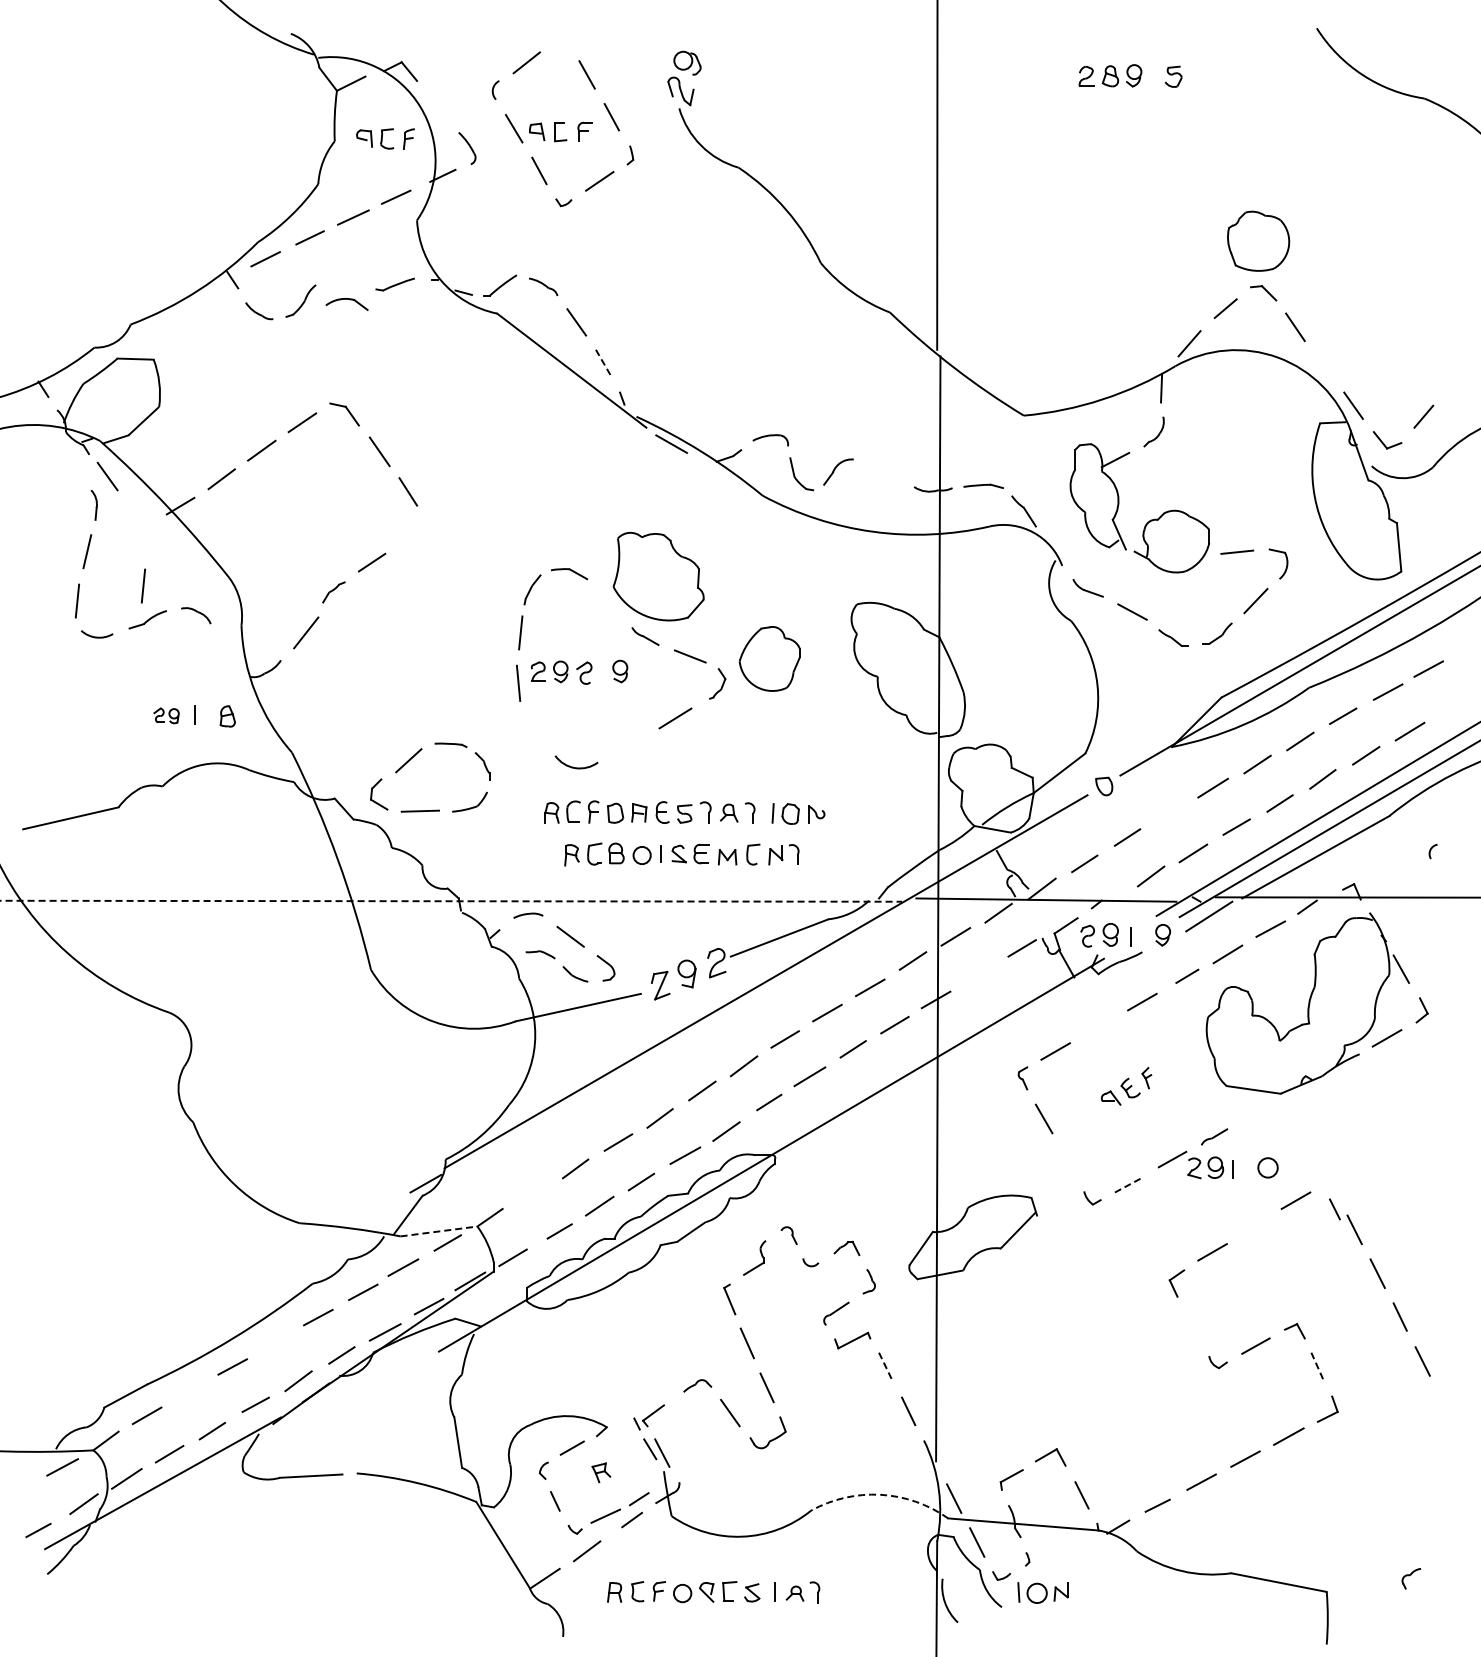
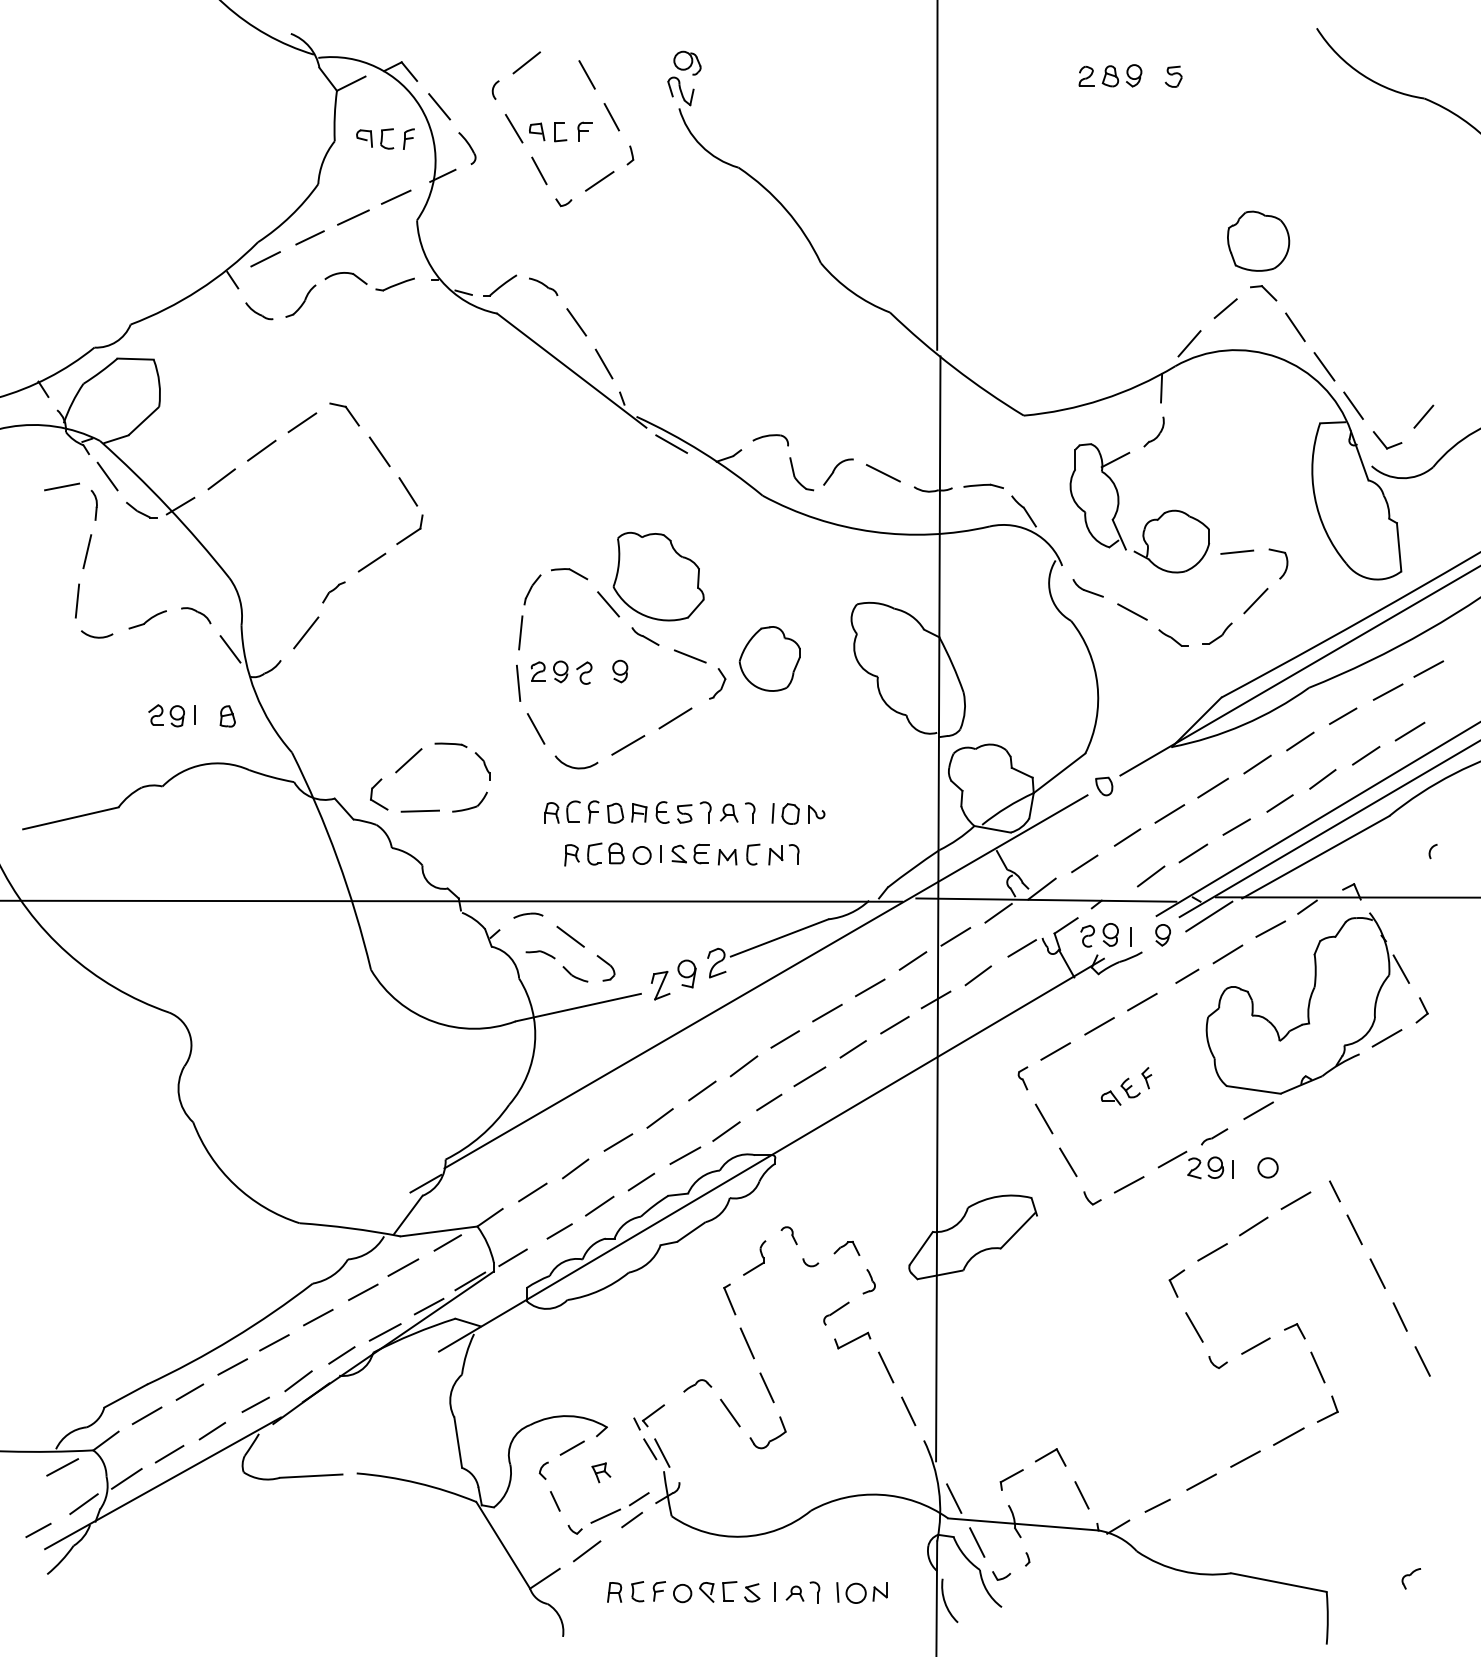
line at (439, 106): none -> present
part at (346, 304) position: (346, 304) -> (345, 278)
line at (604, 364): dashed -> solid
line at (1324, 366): none -> present
line at (882, 473): none -> present
line at (62, 486): none -> present
part at (141, 510): none -> present
part at (409, 529): none -> present
line at (142, 585): present -> none
line at (608, 604): none -> present
line at (230, 649): none -> present
part at (166, 715) size: 27x18 px -> 37x24 px
line at (535, 728): none -> present
line at (628, 745): none -> present
line at (1169, 813): none -> present
line at (451, 901): dashed -> solid
line at (977, 975): none -> present
line at (1099, 1026): none -> present
line at (1258, 1110): none -> present
line at (1068, 1162): none -> present
line at (1129, 1184): dashed -> solid
line at (532, 1192): none -> present
line at (1334, 1209) position: (1334, 1209) -> (1334, 1191)
line at (1253, 1226): none -> present
line at (439, 1231): dashed -> solid
line at (1194, 1327): none -> present
line at (274, 1342): none -> present
line at (886, 1367): dashed -> solid
line at (1318, 1367): dashed -> solid
line at (189, 1391): none -> present
arc at (880, 1494): dashed -> solid
part at (1042, 1592) position: (1042, 1592) -> (861, 1592)
